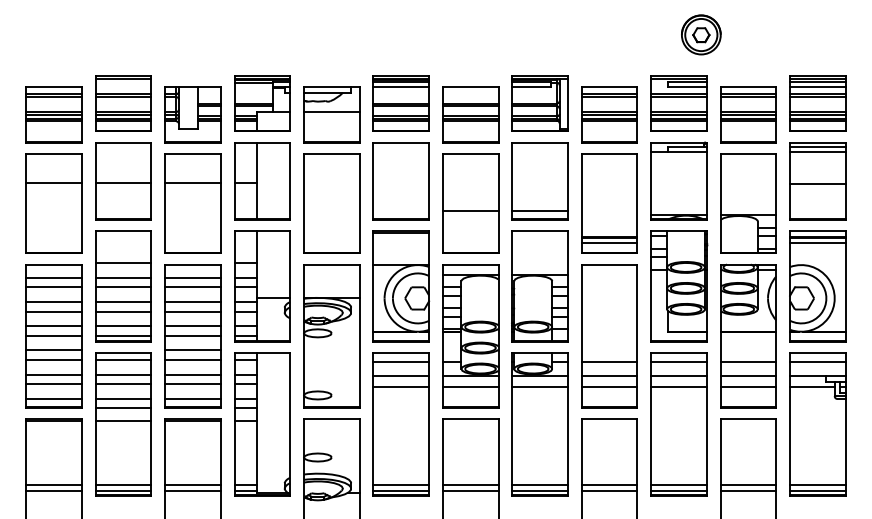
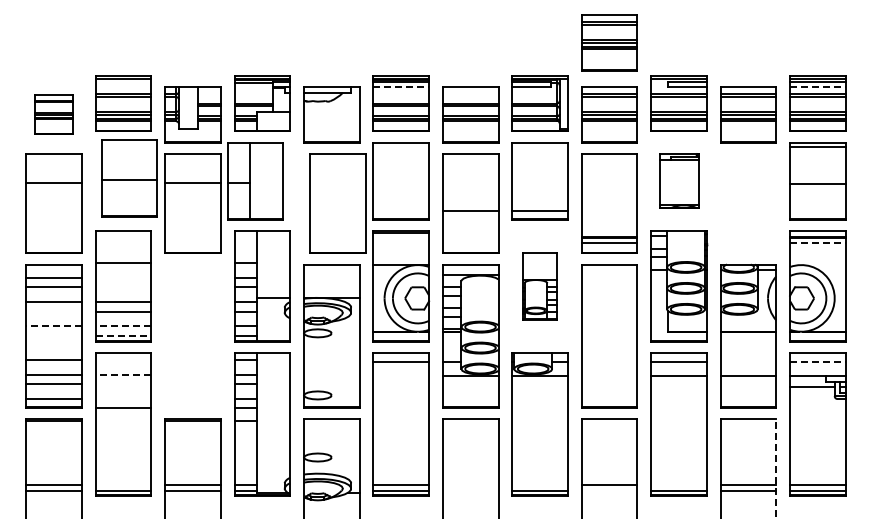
part at (701, 34): present -> none
part at (609, 42): none -> present
line at (401, 87): solid -> dashed
line at (818, 87): solid -> dashed
line at (331, 111): present -> none
part at (53, 114) size: 58x58 px -> 40x41 px
line at (817, 152): present -> none
part at (678, 180) size: 58x80 px -> 41x56 px
part at (123, 181) position: (123, 181) -> (129, 178)
part at (262, 181) position: (262, 181) -> (255, 181)
part at (331, 203) position: (331, 203) -> (337, 203)
part at (748, 203): present -> none
line at (818, 242): solid -> dashed
line at (123, 277): present -> none
part at (539, 286) size: 58x113 px -> 36x69 px
line at (123, 287): present -> none
line at (53, 311): present -> none
line at (53, 326): solid -> dashed
line at (123, 326): solid -> dashed
line at (53, 335): present -> none
line at (123, 335): solid -> dashed
part at (192, 336): present -> none
line at (53, 350): present -> none
line at (123, 360): present -> none
line at (609, 362): present -> none
line at (748, 362): present -> none
line at (818, 362): solid -> dashed
line at (123, 374): solid -> dashed
line at (401, 376): present -> none
line at (609, 376): present -> none
line at (123, 384): present -> none
line at (401, 386): present -> none
line at (470, 386): present -> none
line at (539, 386): present -> none
line at (609, 386): present -> none
line at (678, 386): present -> none
line at (748, 386): present -> none
line at (123, 398): present -> none
line at (123, 421): present -> none
line at (776, 468): solid -> dashed
line at (123, 485): present -> none
line at (470, 485): present -> none
line at (539, 485): present -> none
line at (678, 485): present -> none
line at (470, 490): present -> none
line at (609, 490): present -> none
